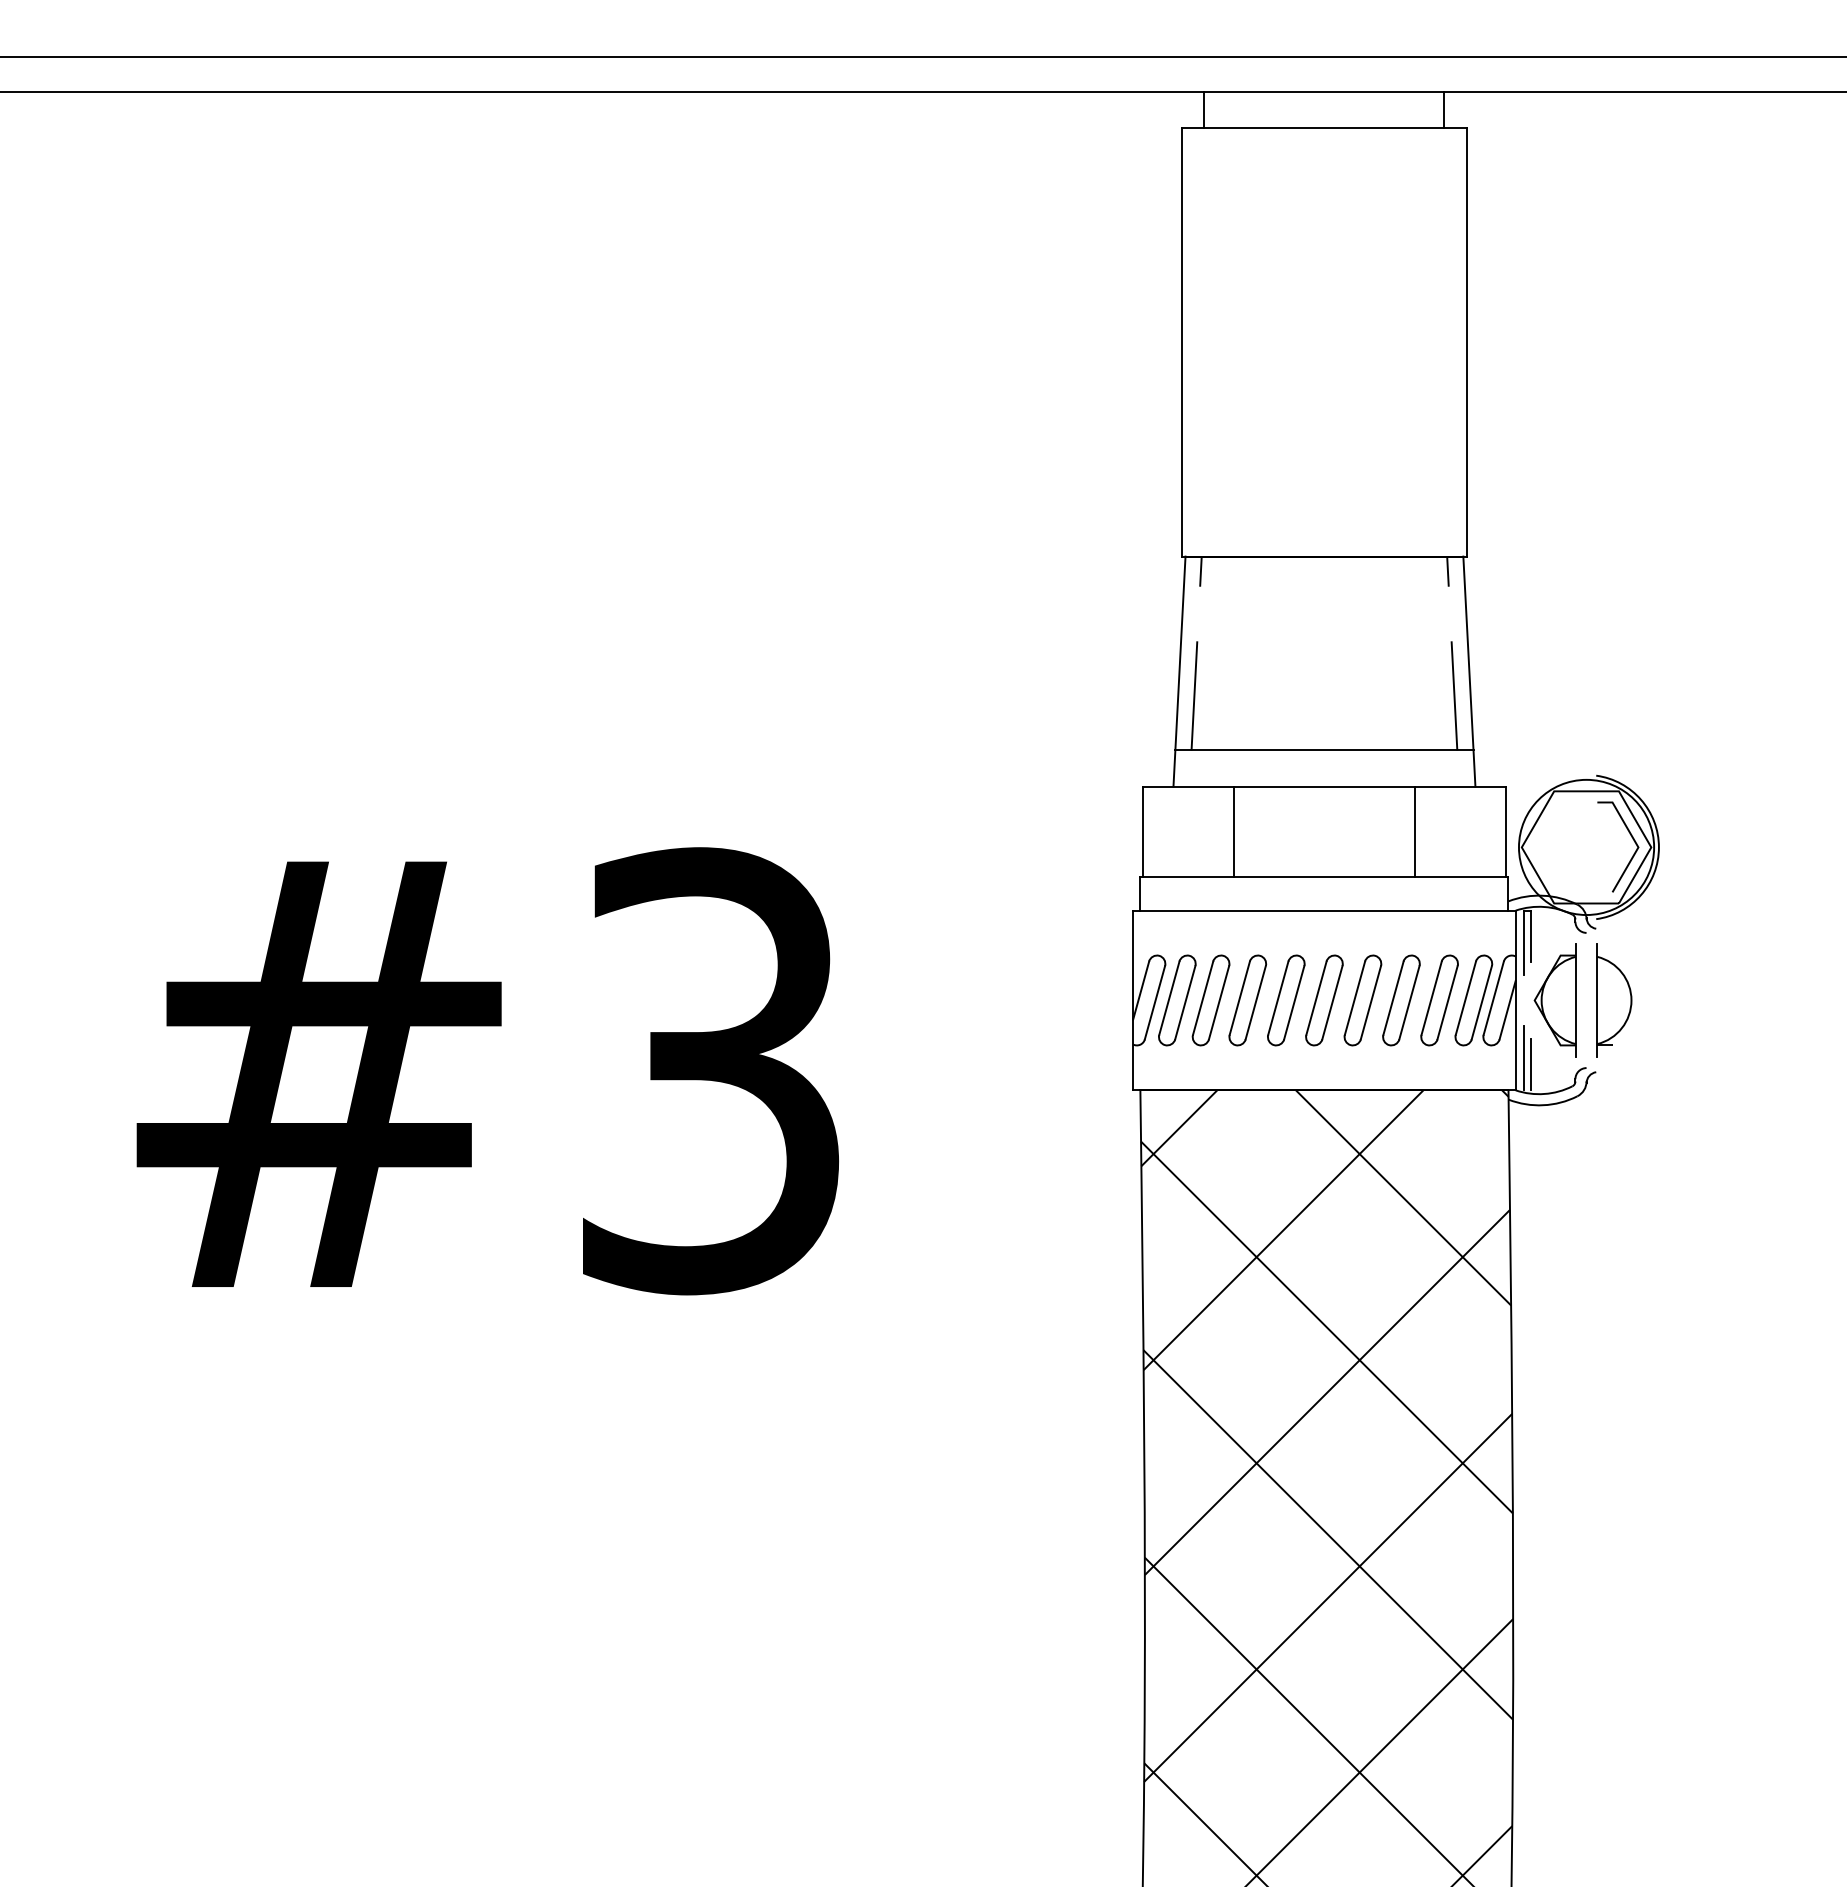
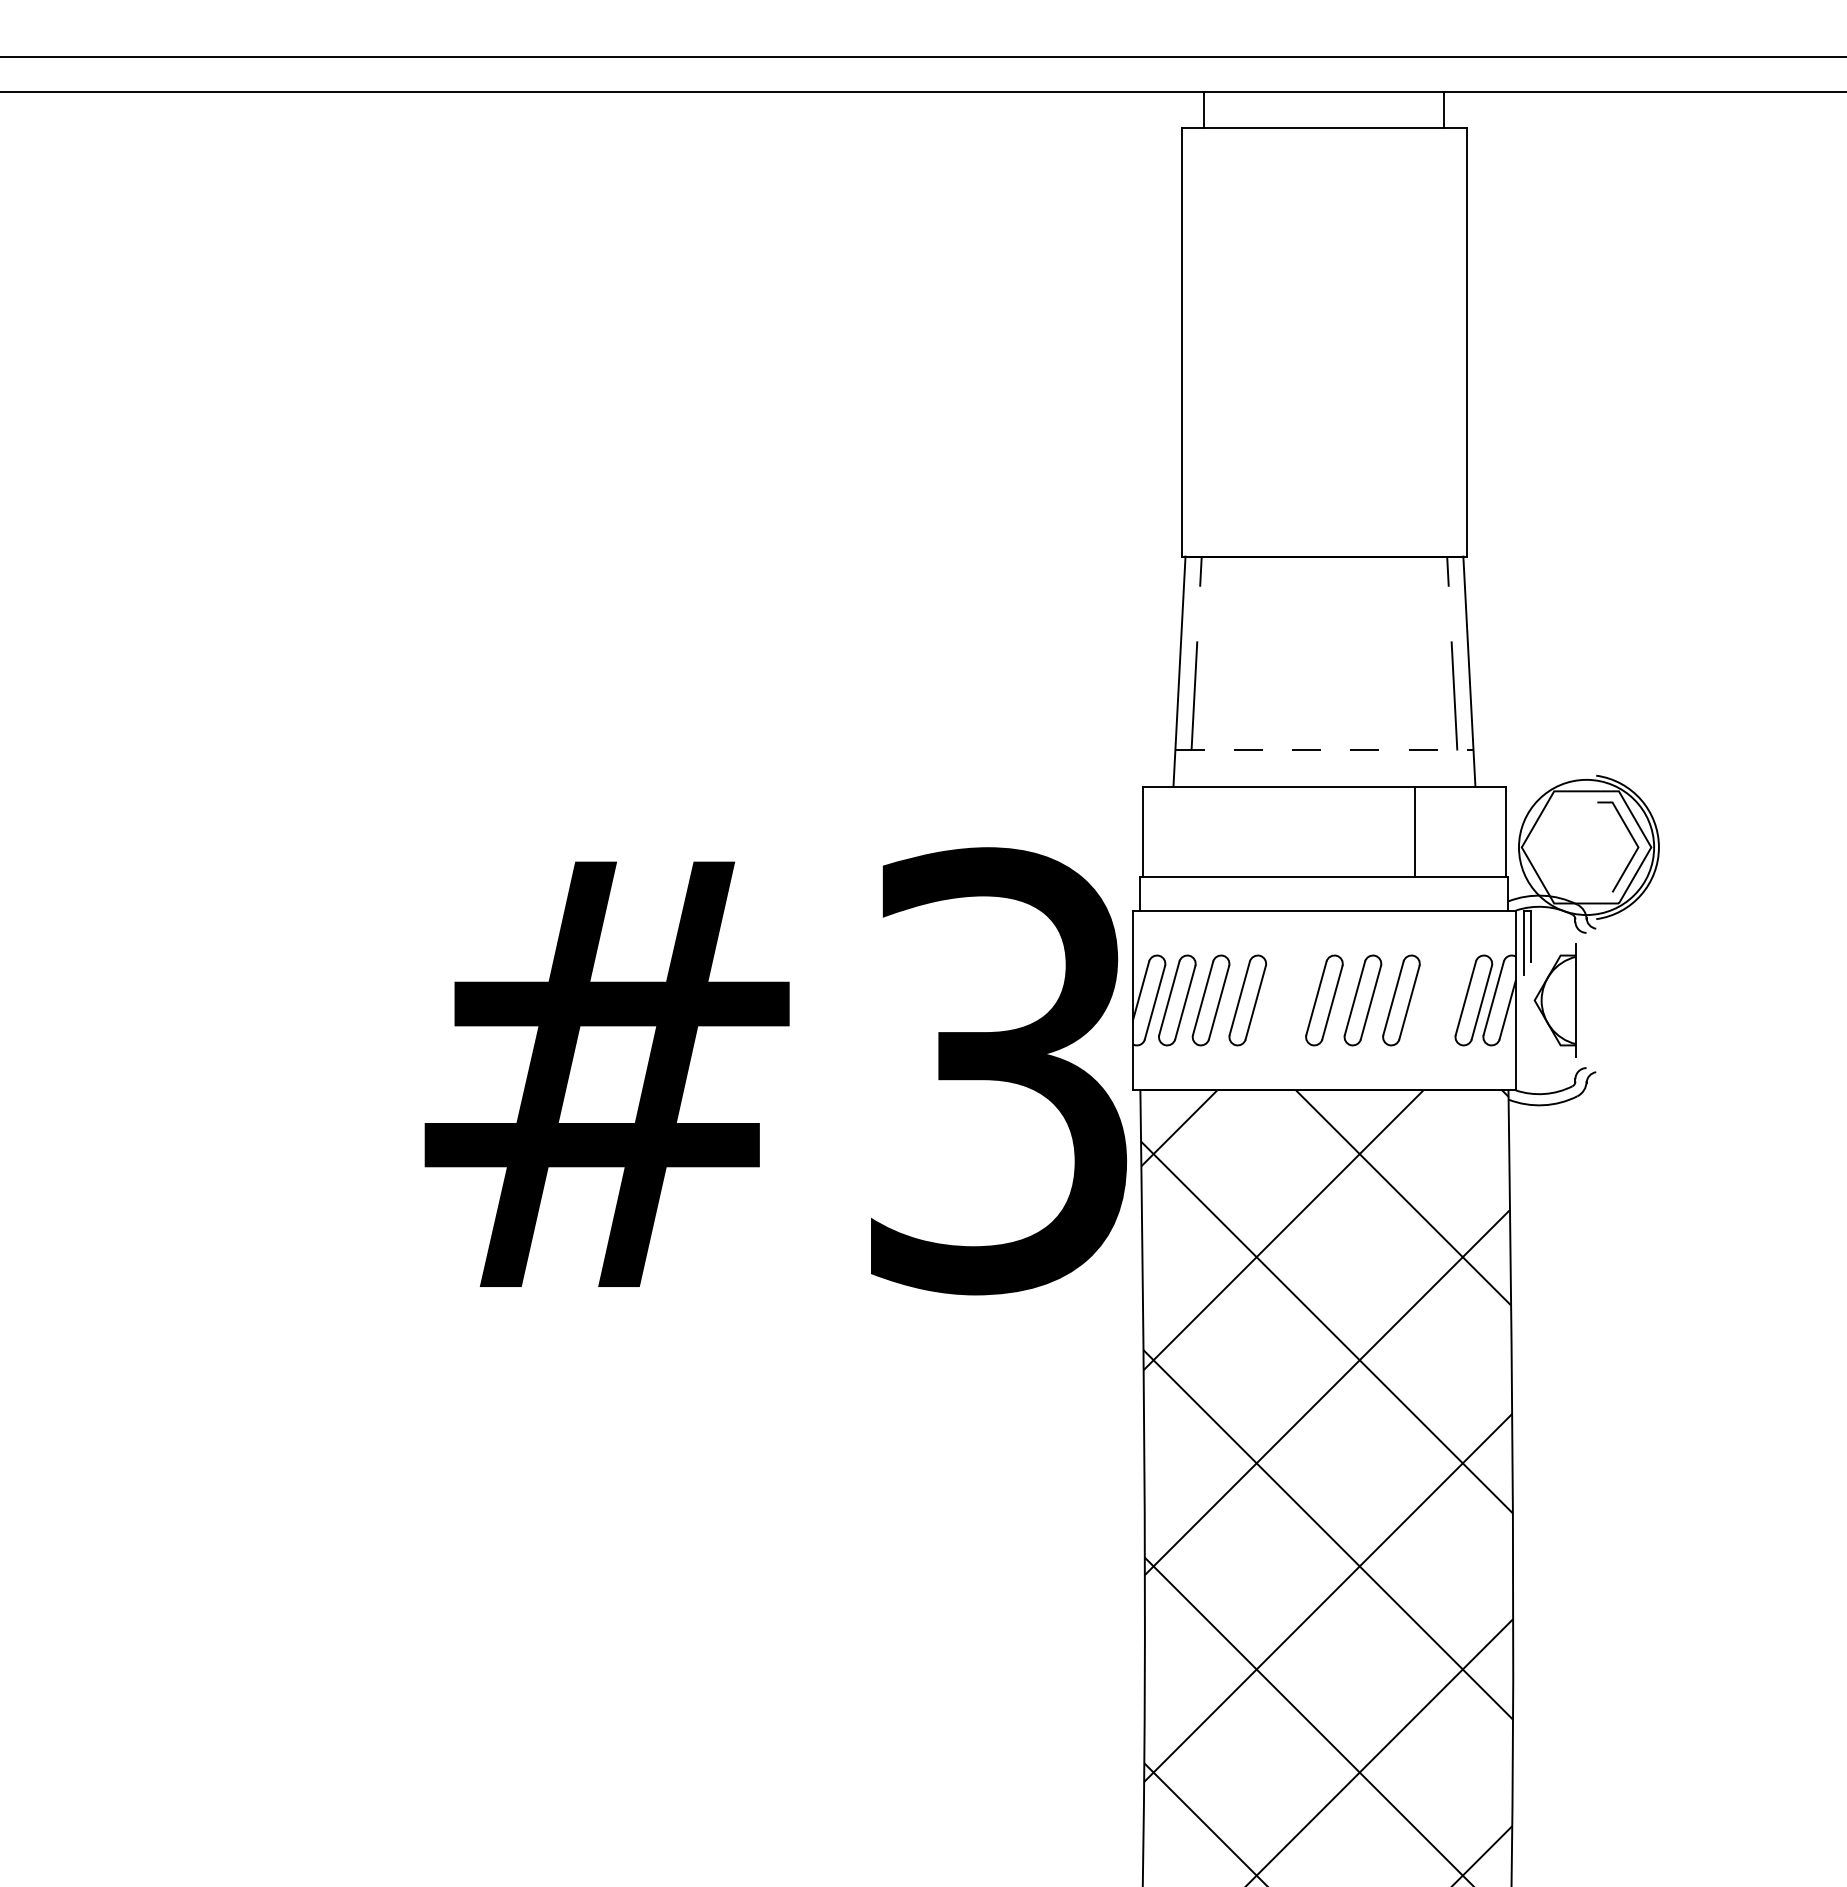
line at (1324, 750): solid -> dashed
line at (1233, 831): present -> none
part at (1286, 1000): present -> none
part at (1439, 1000): present -> none
part at (1614, 1000): present -> none
line at (1524, 1058): present -> none
line at (1531, 1064): present -> none
text at (487, 1071) position: (487, 1071) -> (775, 1071)
